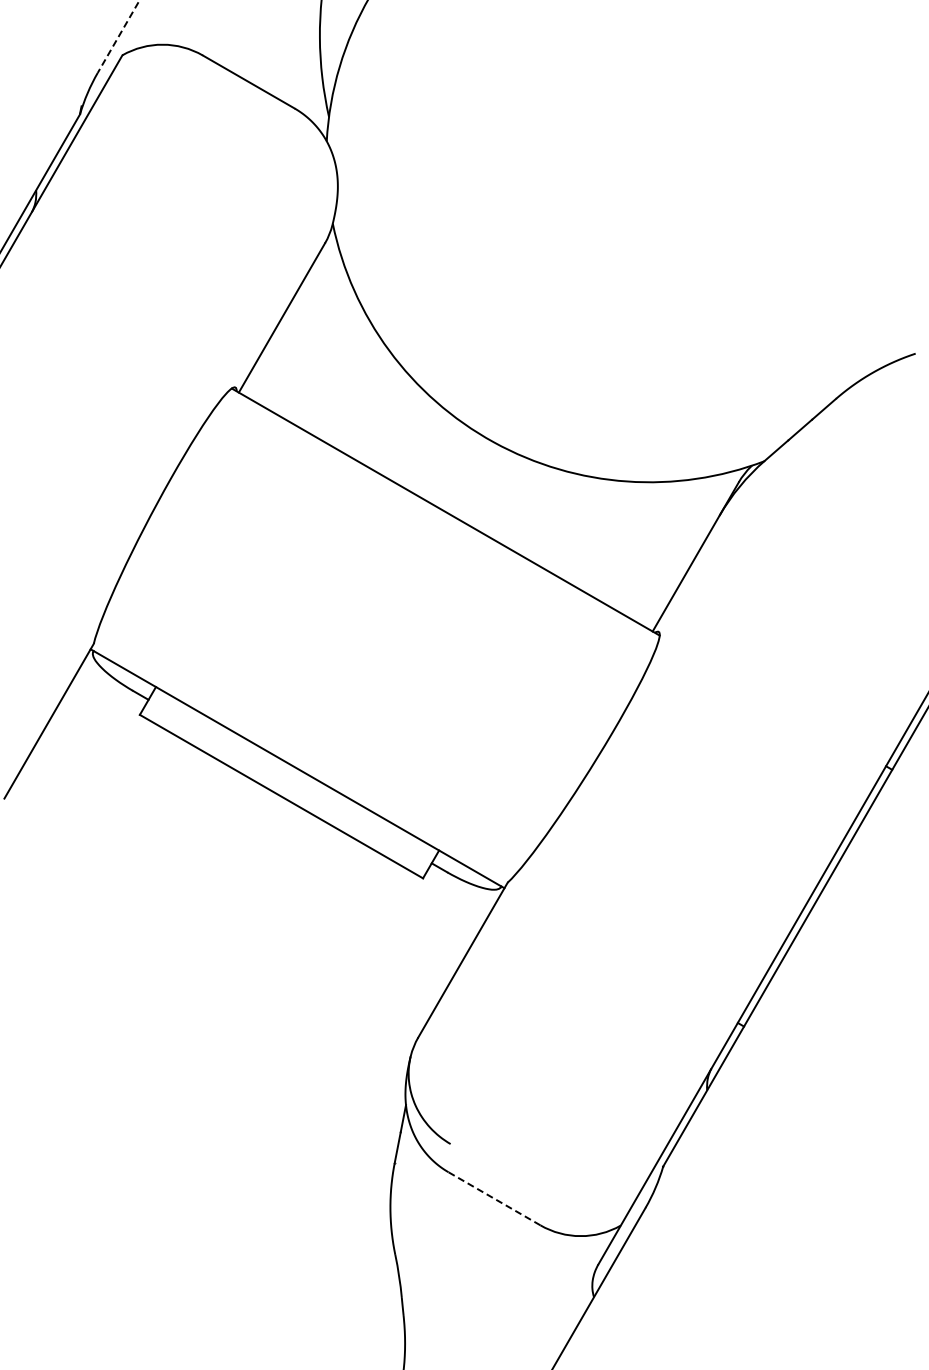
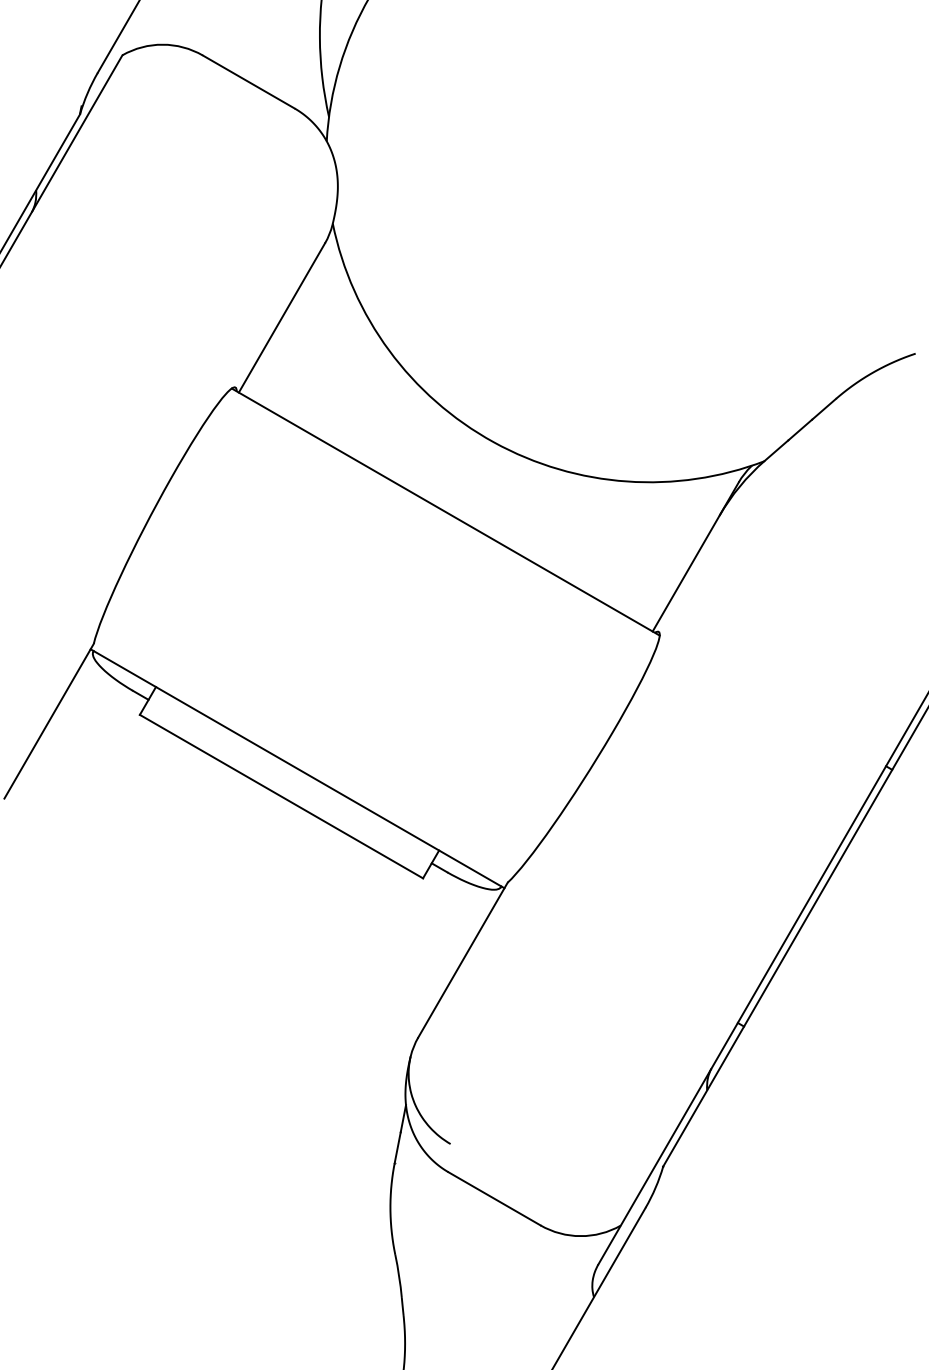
line at (118, 36): dashed -> solid
line at (494, 1198): dashed -> solid
